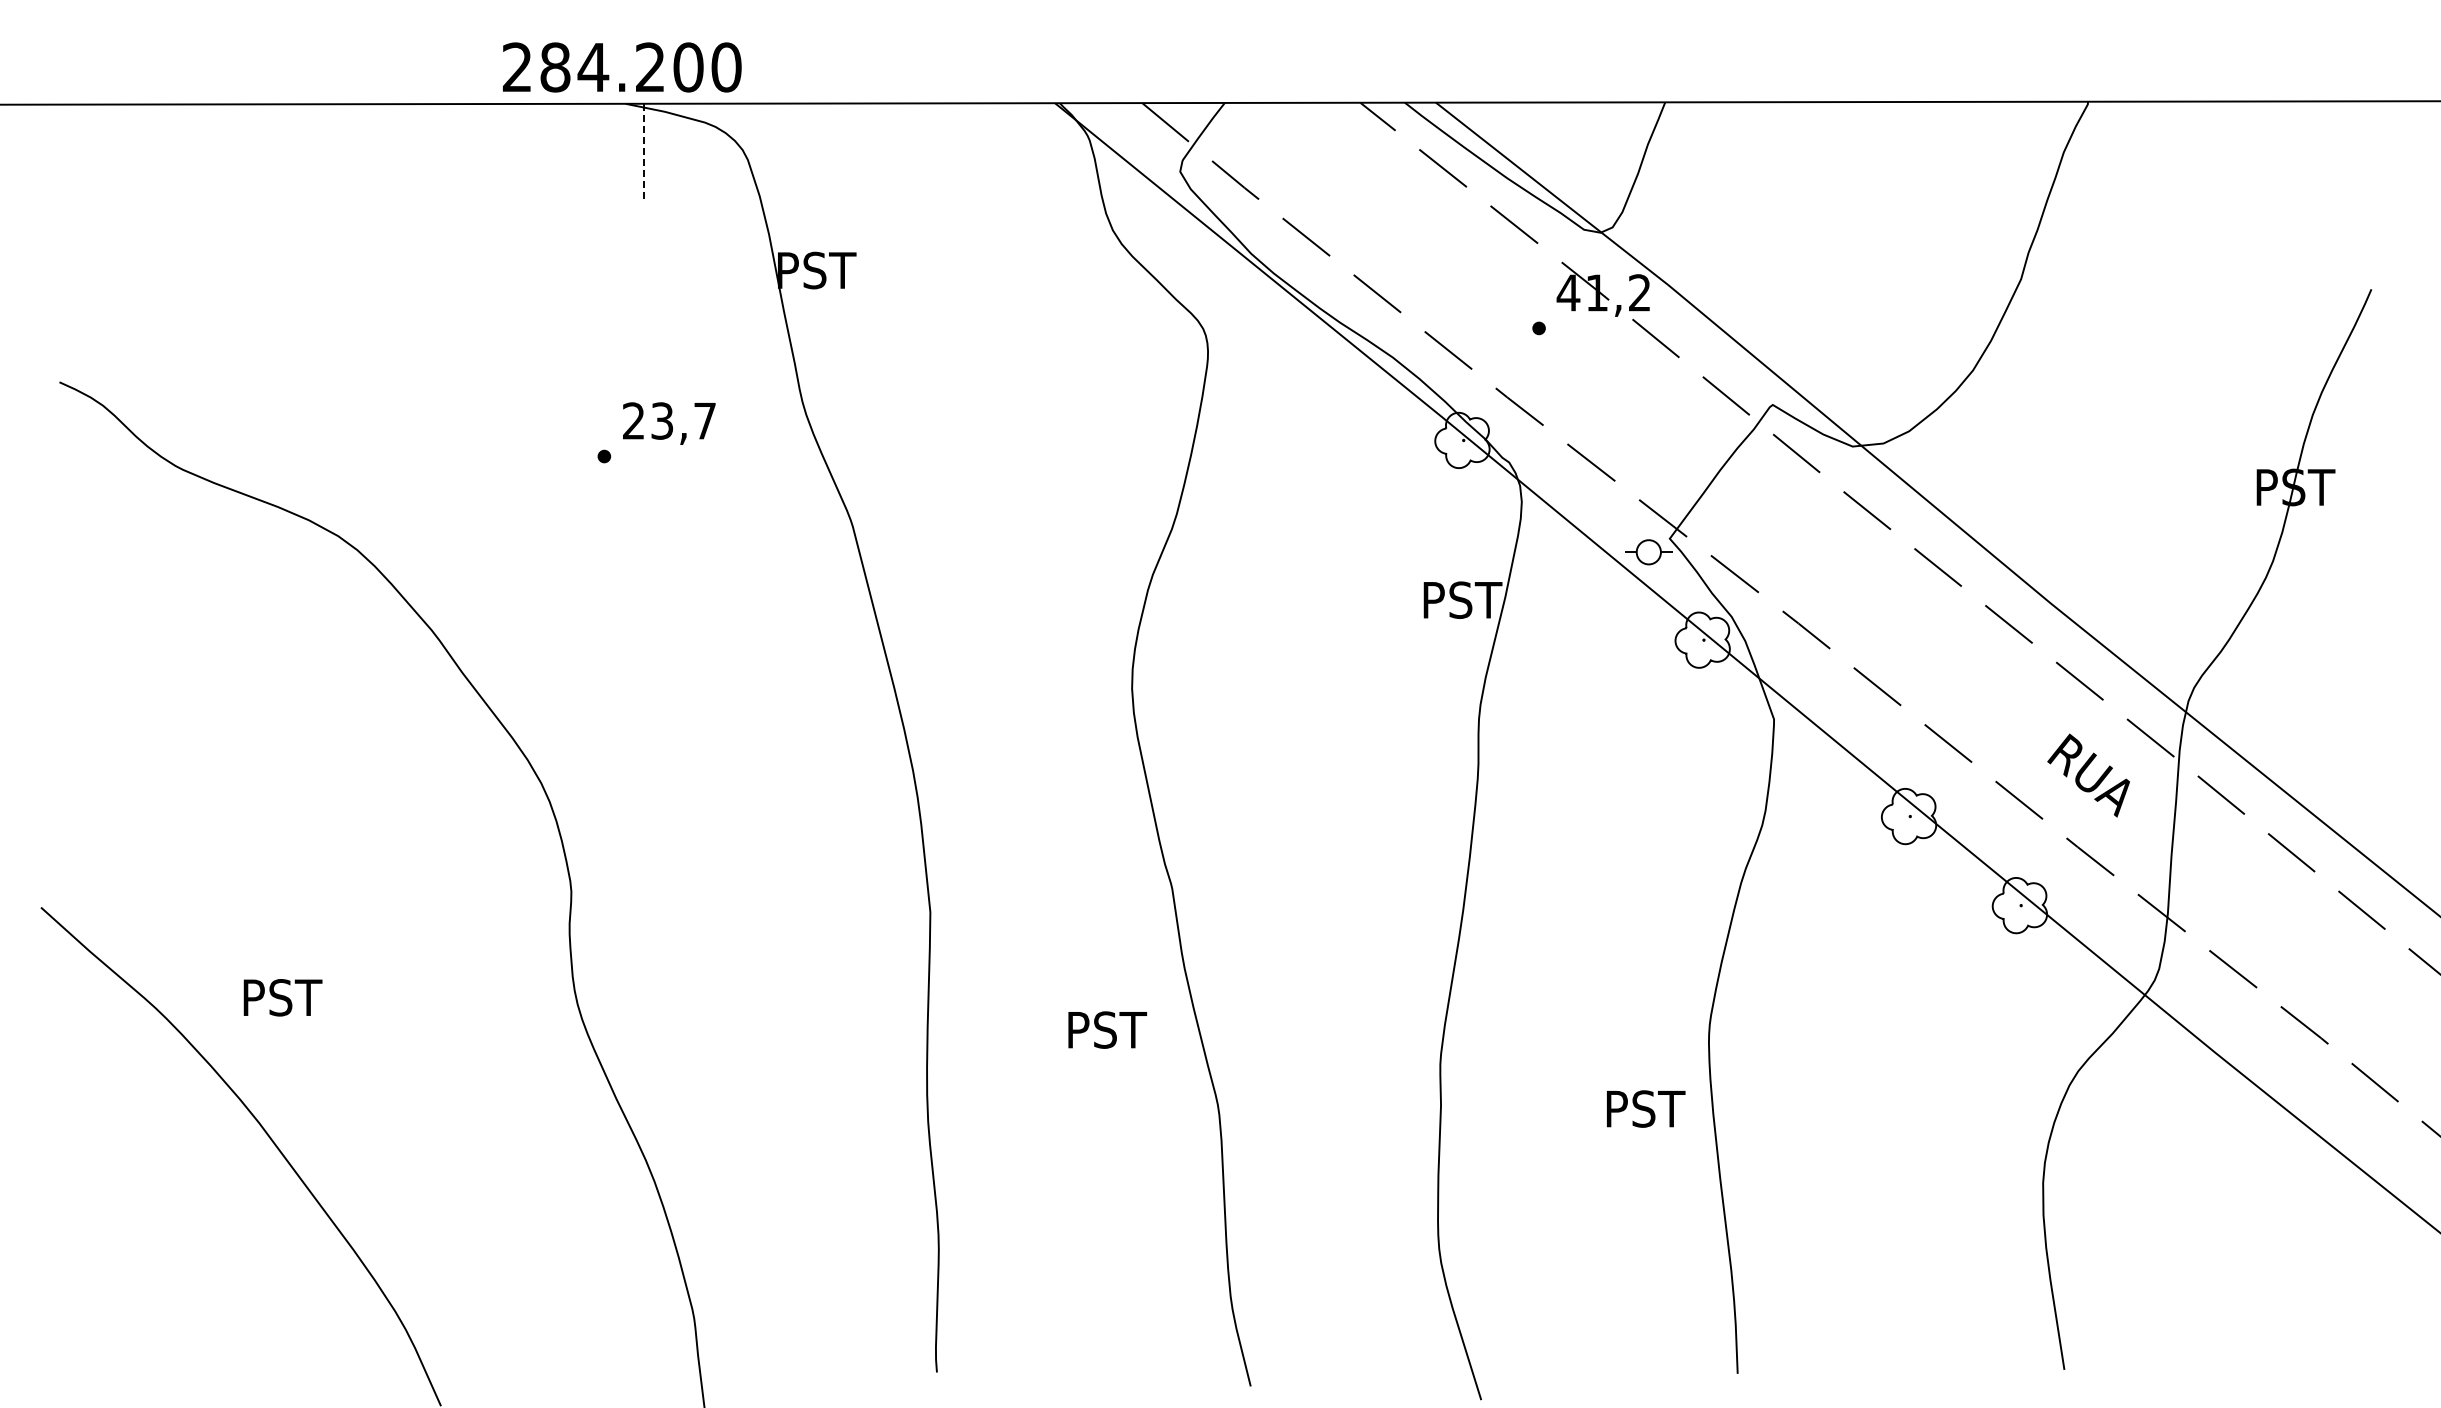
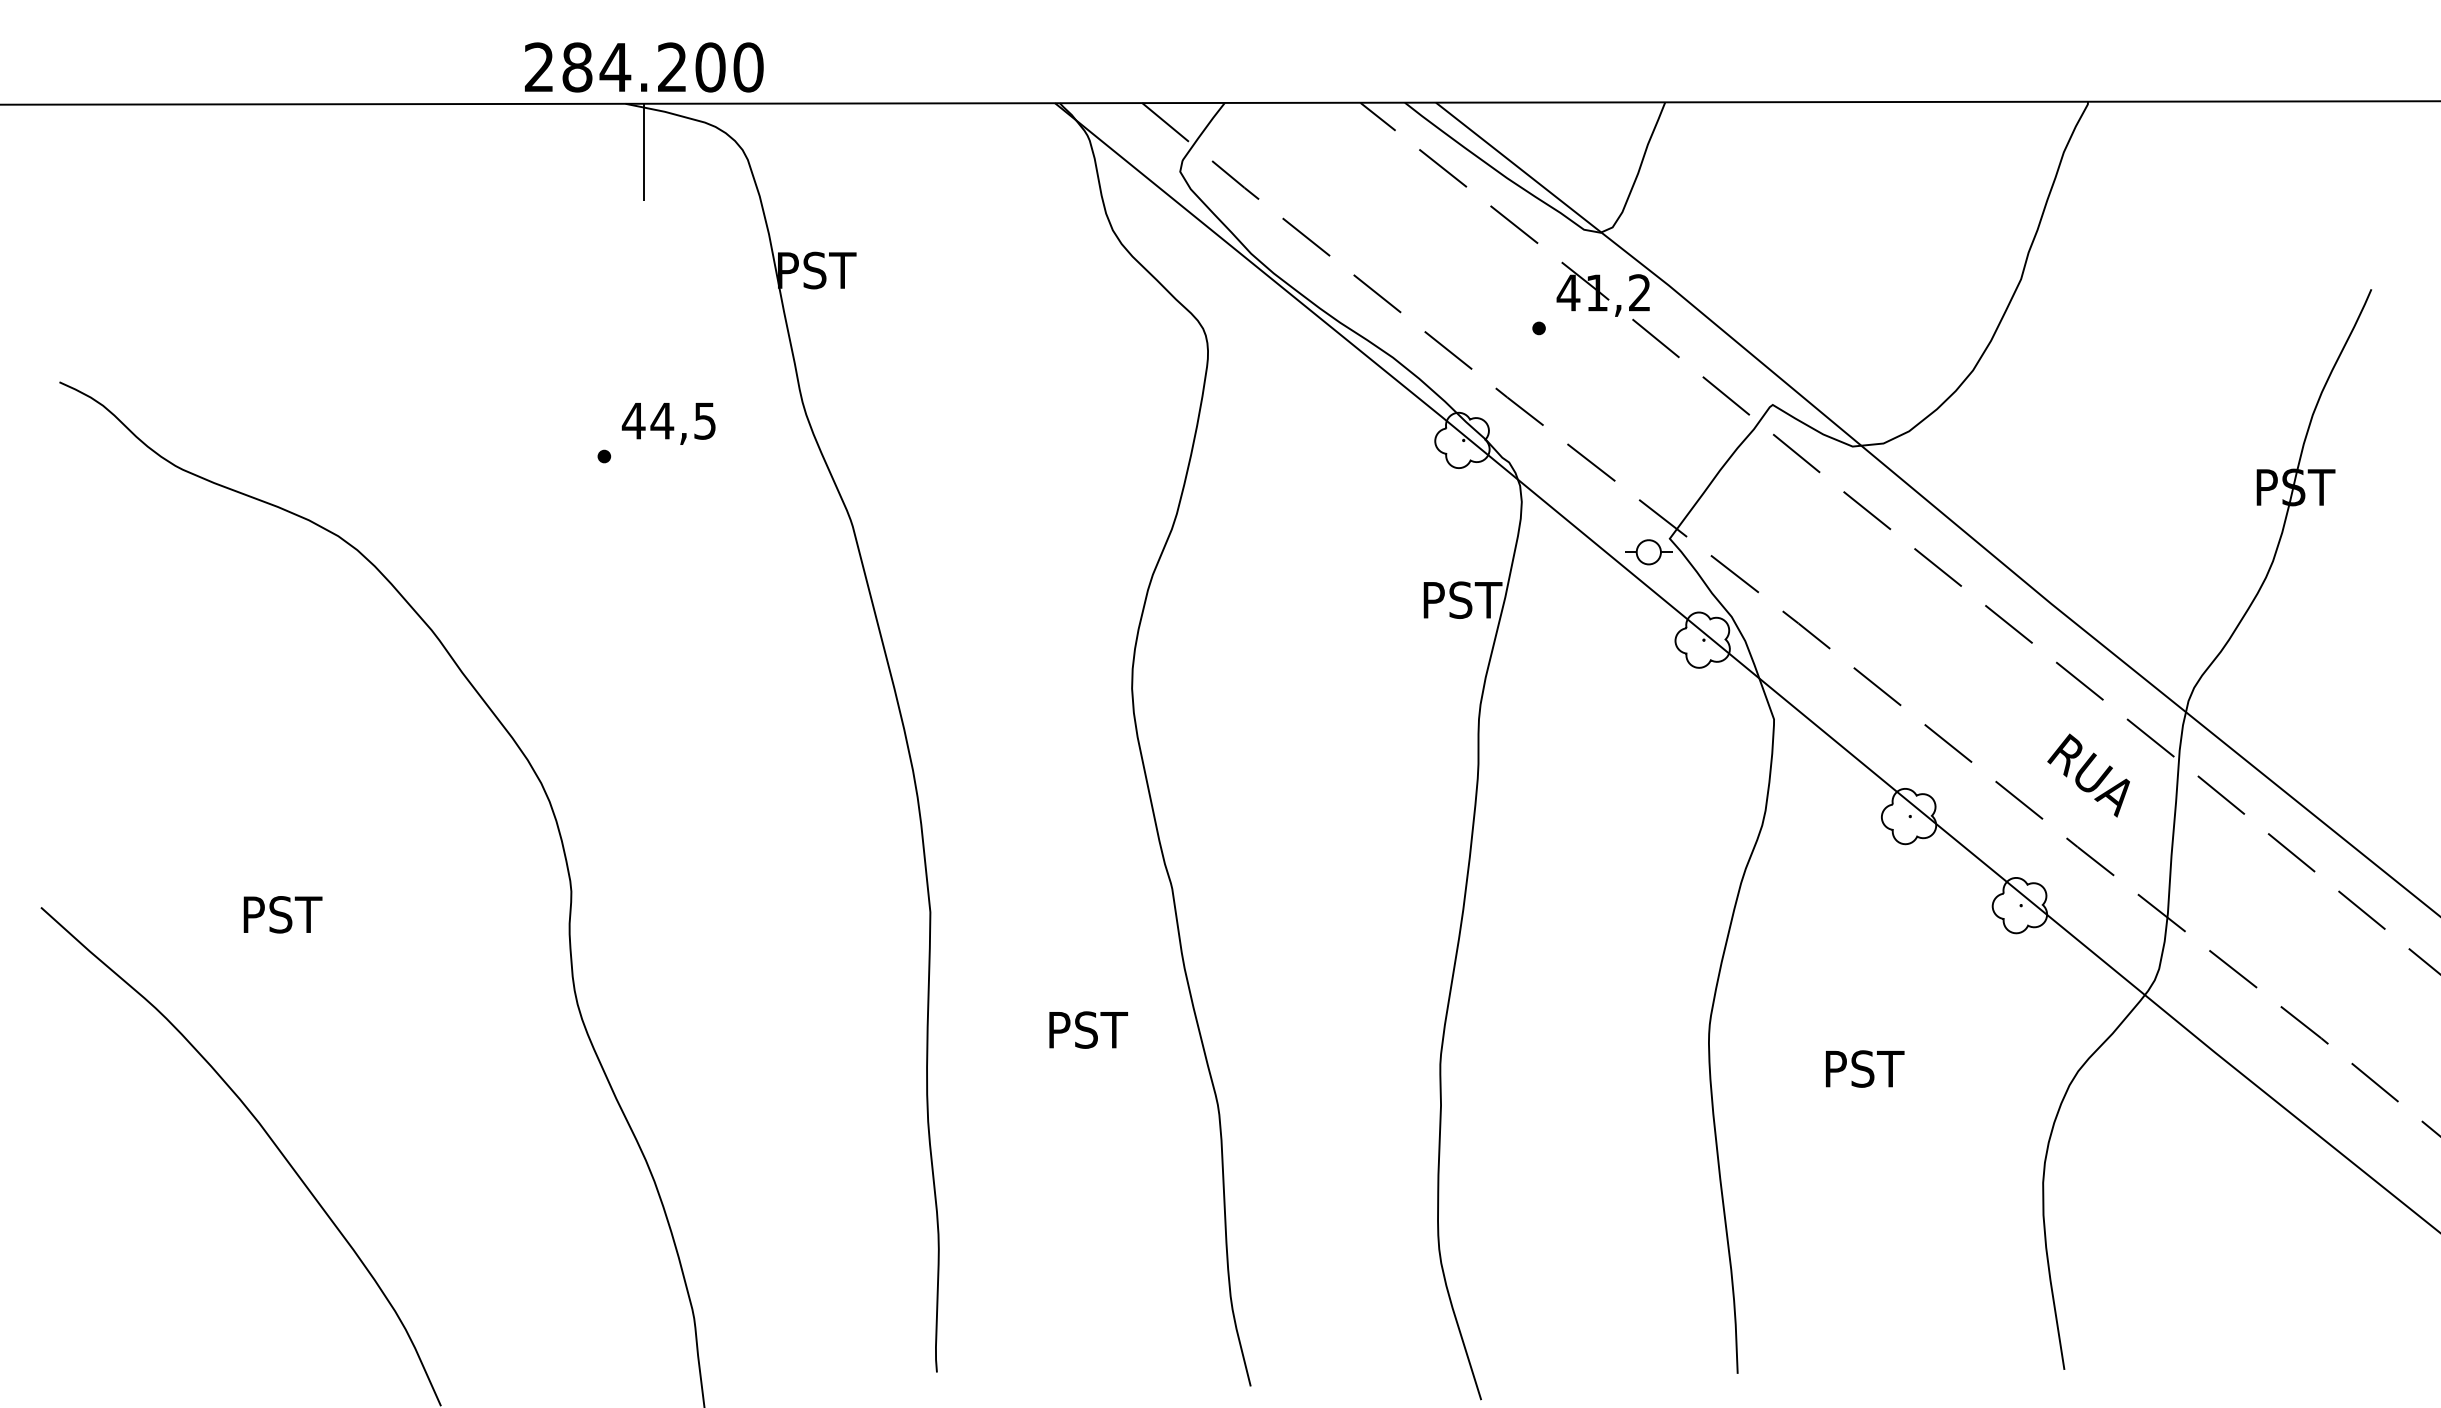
text at (622, 67) position: (622, 67) -> (644, 67)
line at (644, 152): dashed -> solid
text at (668, 420): 23,7 -> 44,5
text at (282, 997) position: (282, 997) -> (282, 914)
text at (1107, 1029) position: (1107, 1029) -> (1088, 1029)
text at (1646, 1108) position: (1646, 1108) -> (1865, 1068)
